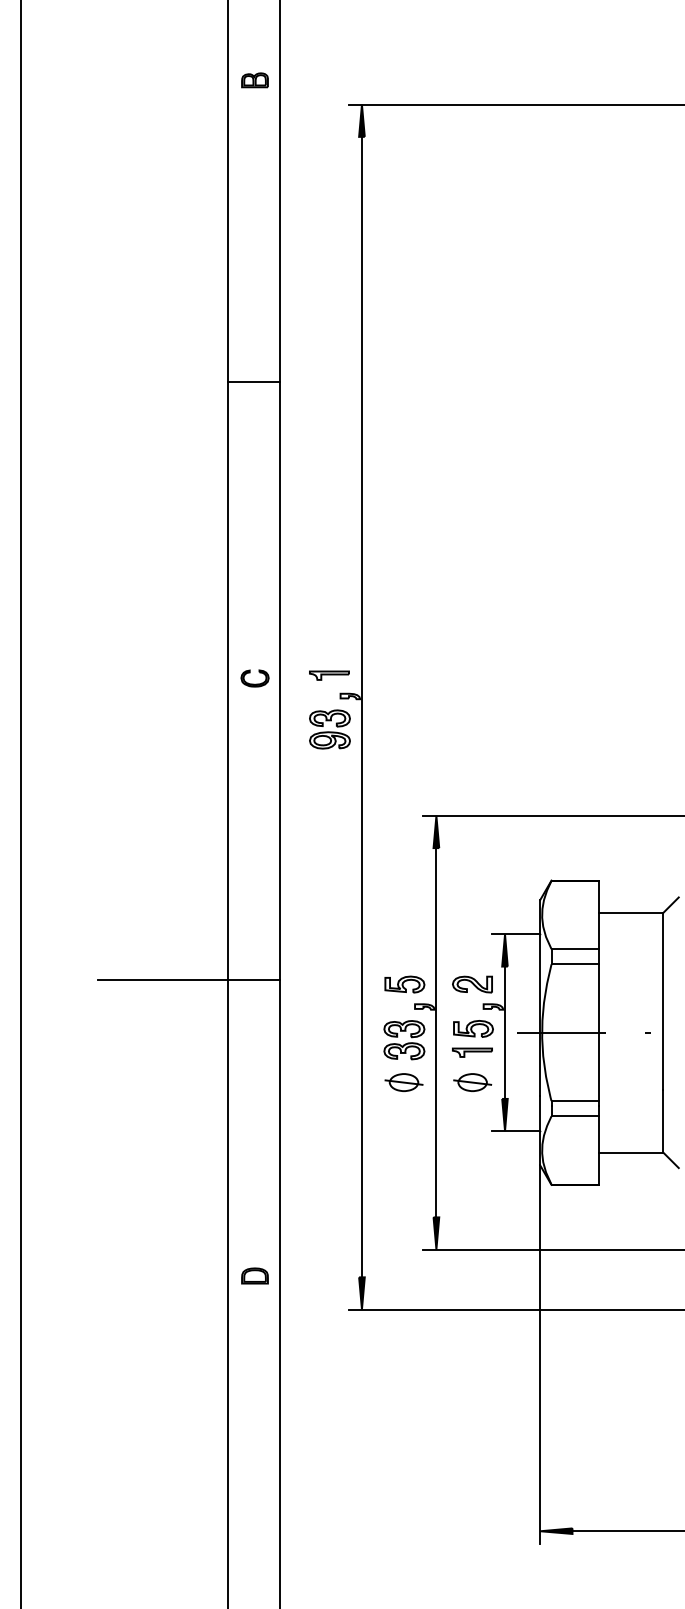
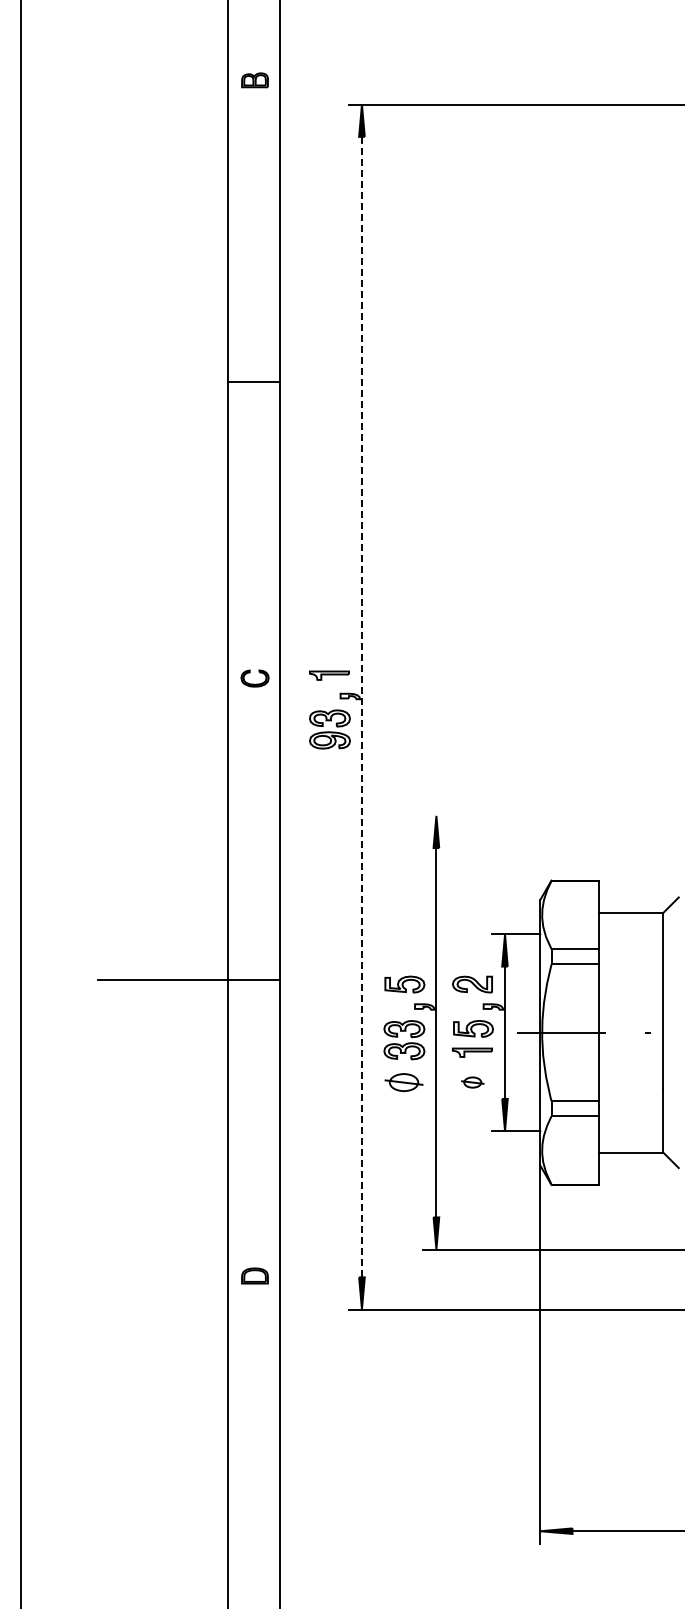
line at (361, 706): solid -> dashed
line at (552, 815): present -> none
part at (472, 1082) size: 40x19 px -> 24x13 px
